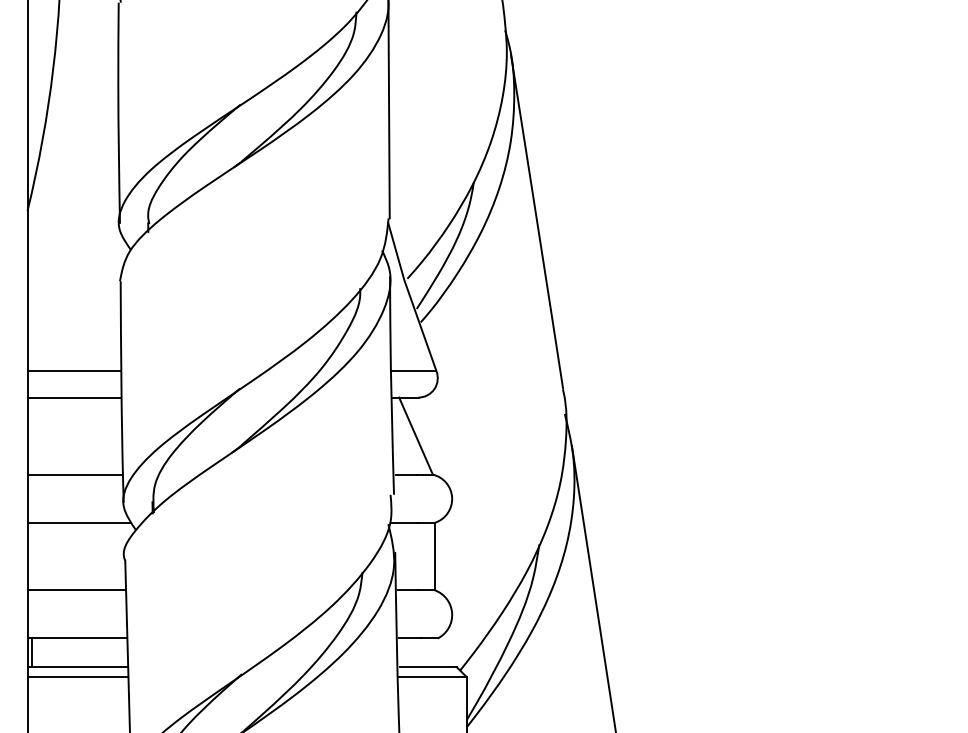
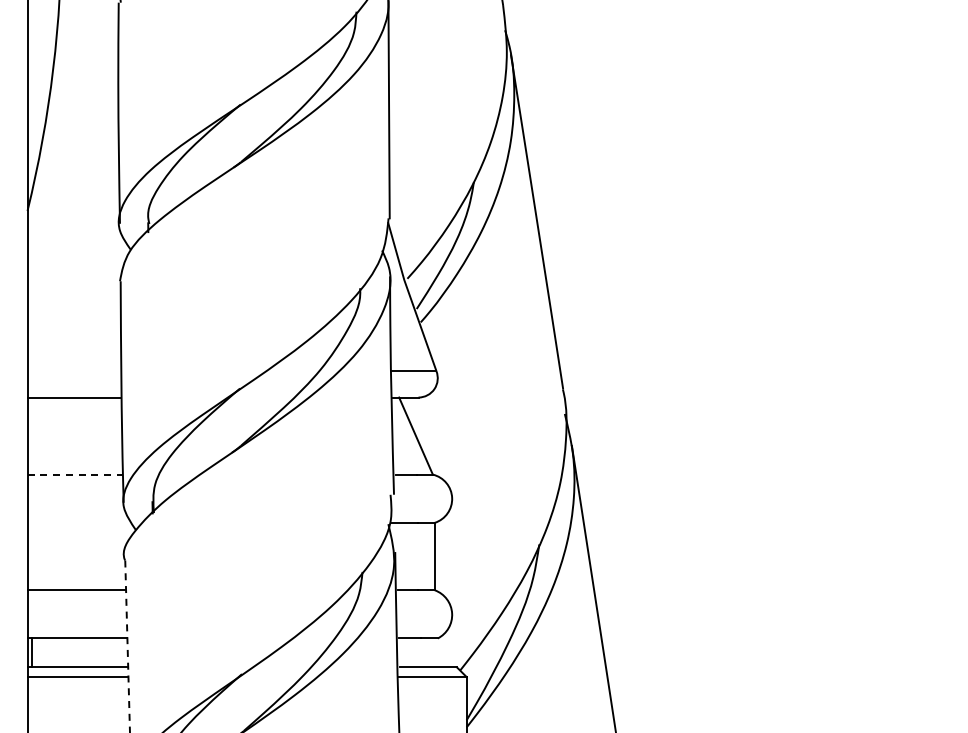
line at (74, 371): present -> none
line at (75, 474): solid -> dashed
line at (79, 522): present -> none
line at (127, 646): solid -> dashed
